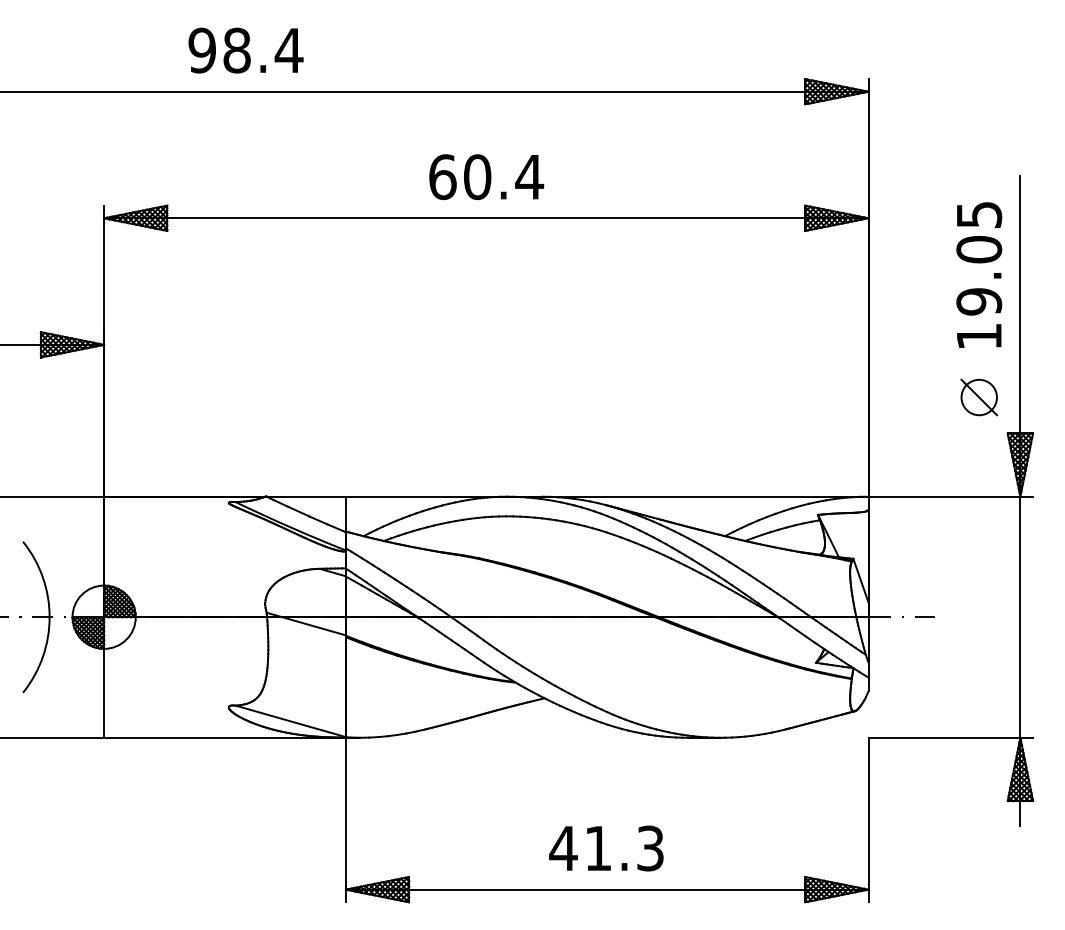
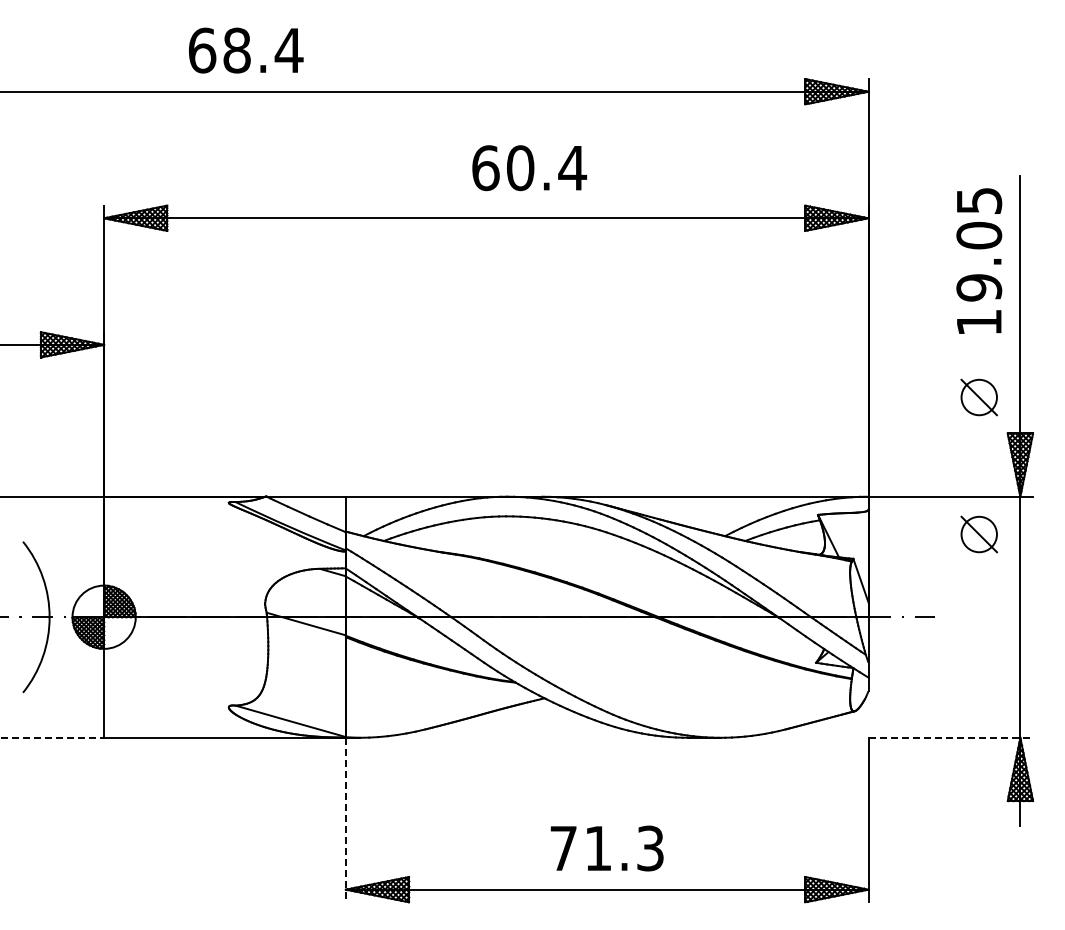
text at (202, 50): 98.4 -> 68.4
text at (486, 177) position: (486, 177) -> (529, 168)
text at (979, 274) position: (979, 274) -> (979, 260)
part at (978, 534): none -> present
line at (52, 737): solid -> dashed
line at (951, 737): solid -> dashed
line at (345, 820): solid -> dashed
text at (563, 848): 41.3 -> 71.3
